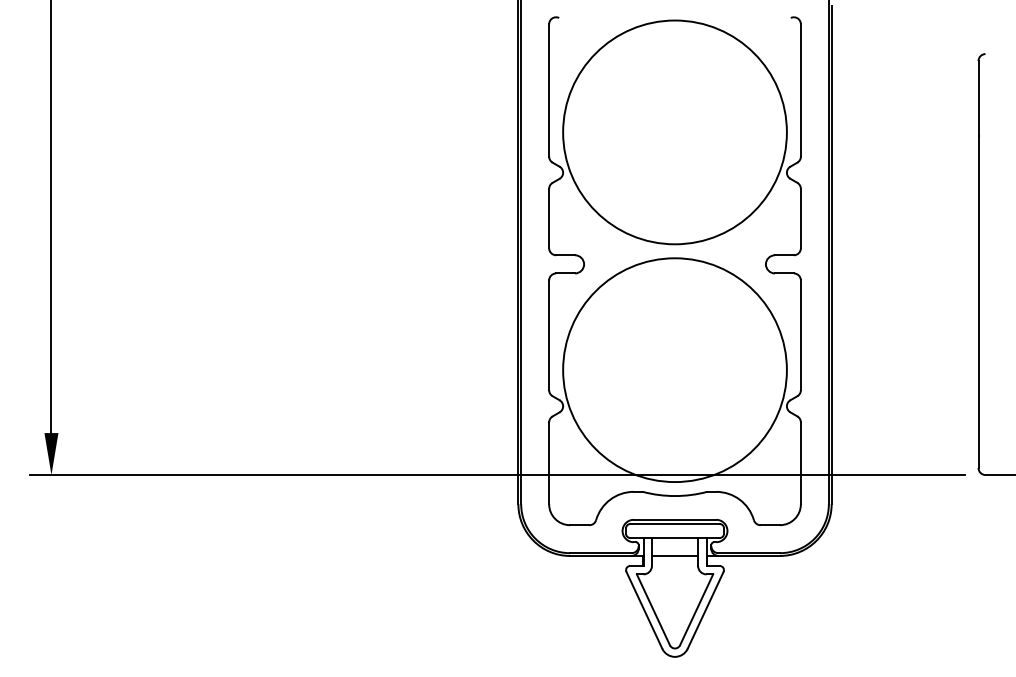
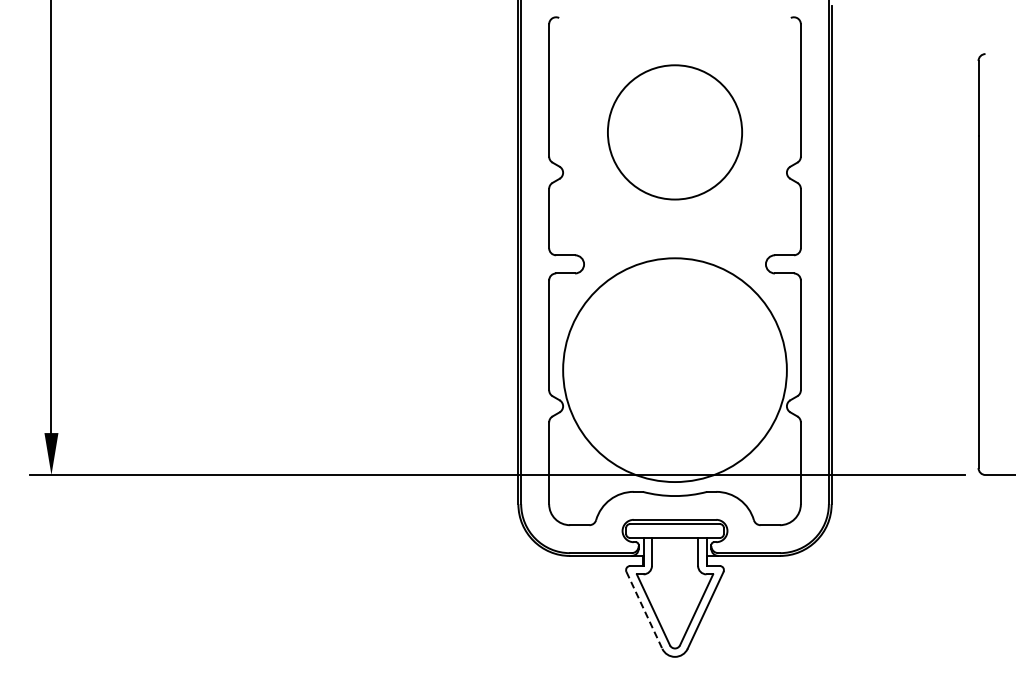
circle at (674, 132) diameter: 224 px -> 134 px
line at (674, 555): present -> none
line at (644, 610): solid -> dashed
